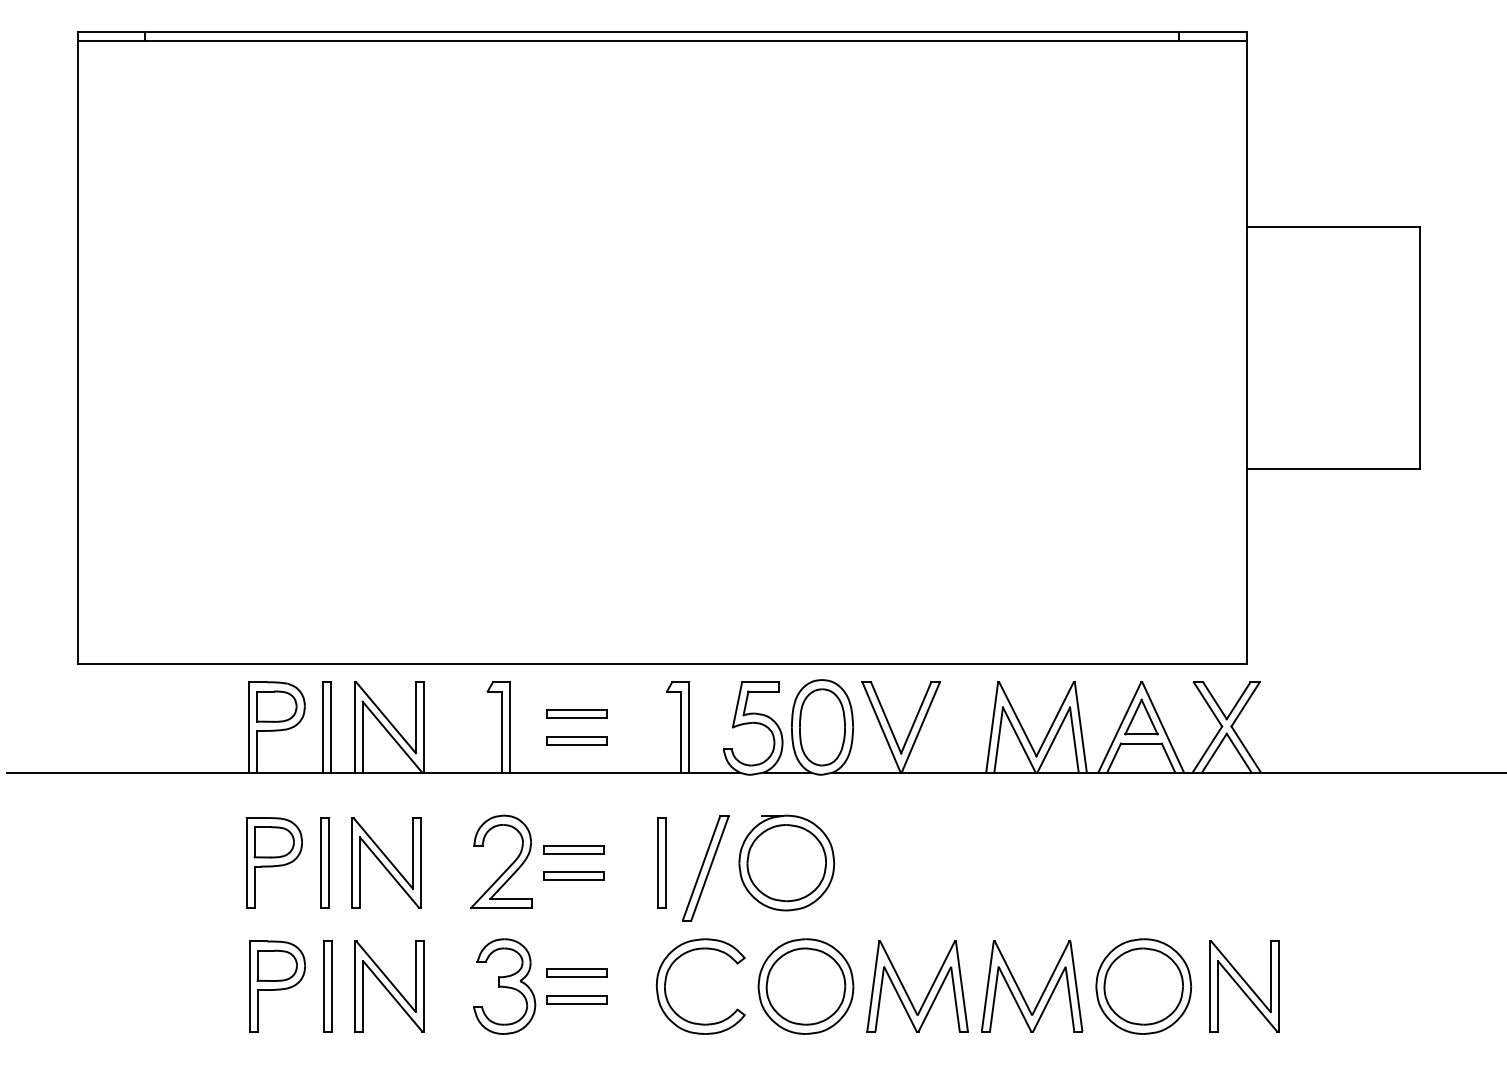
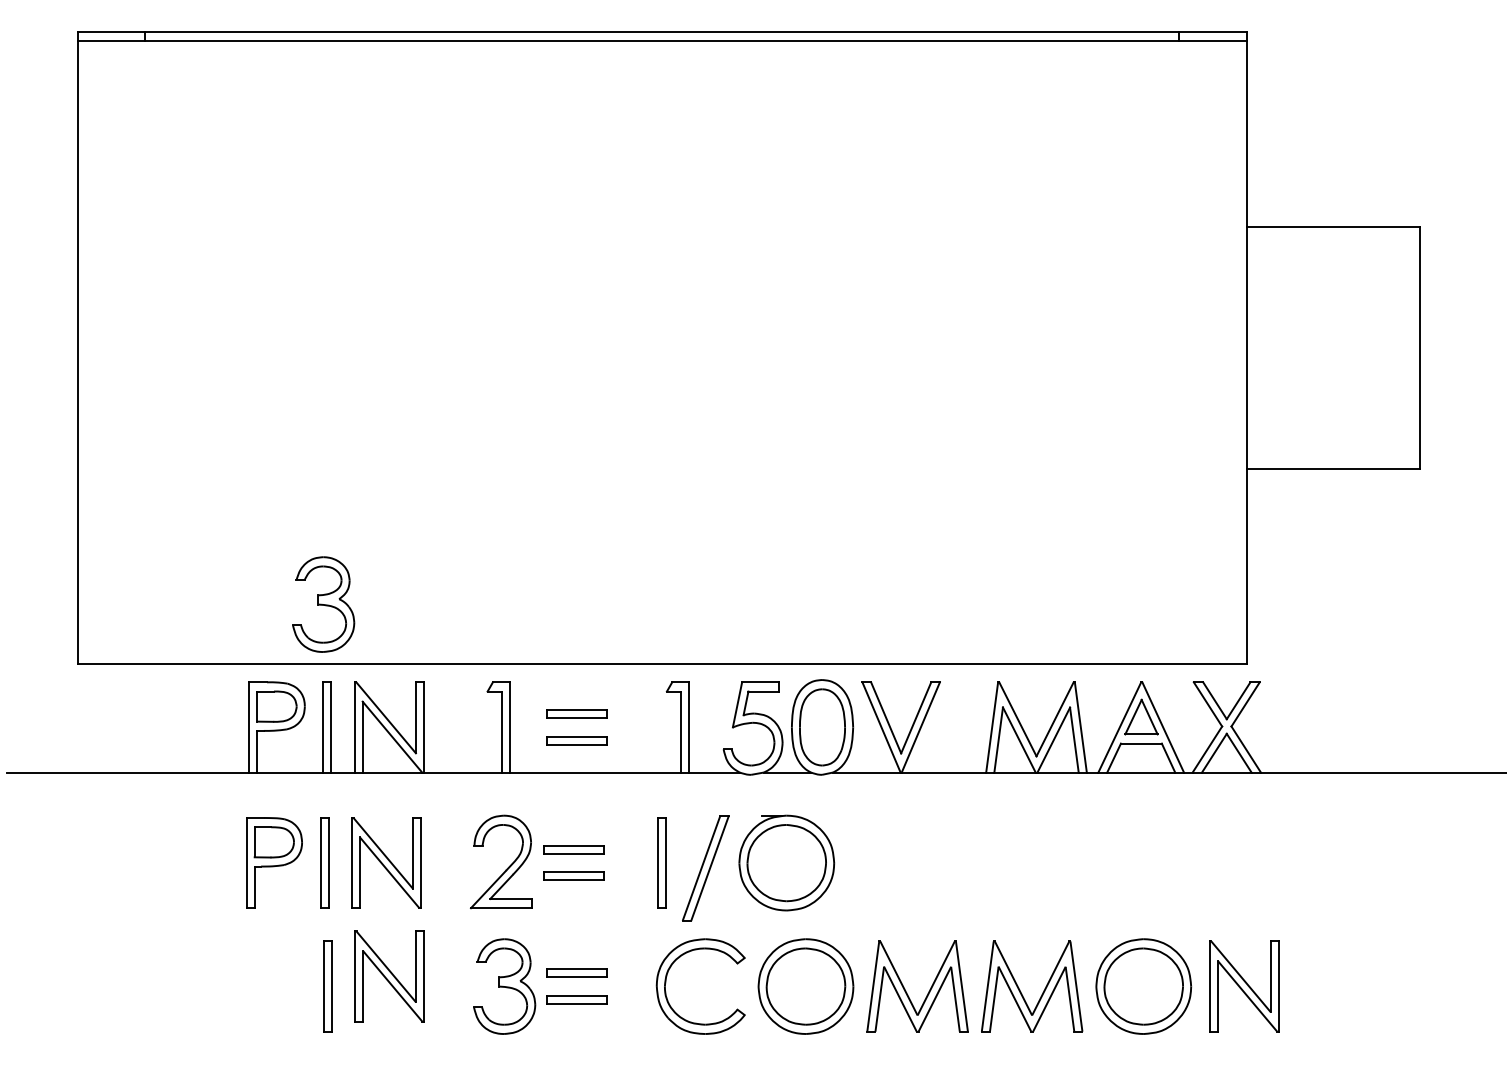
part at (323, 604): none -> present
part at (277, 986): present -> none
part at (389, 986) position: (389, 986) -> (389, 976)
